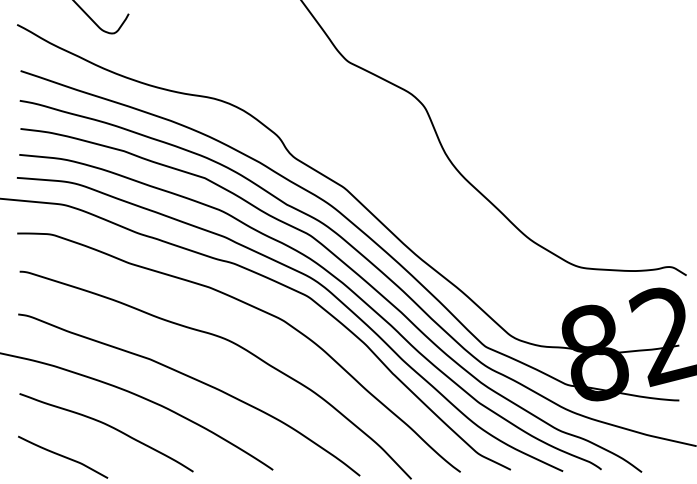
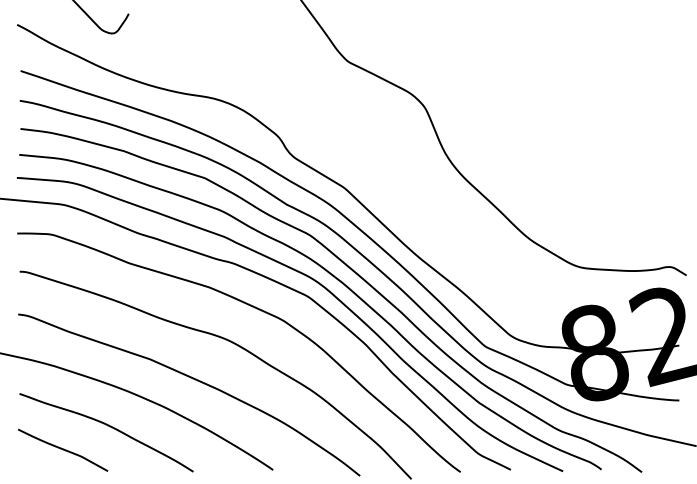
curve at (63, 456) position: (63, 456) -> (63, 449)
